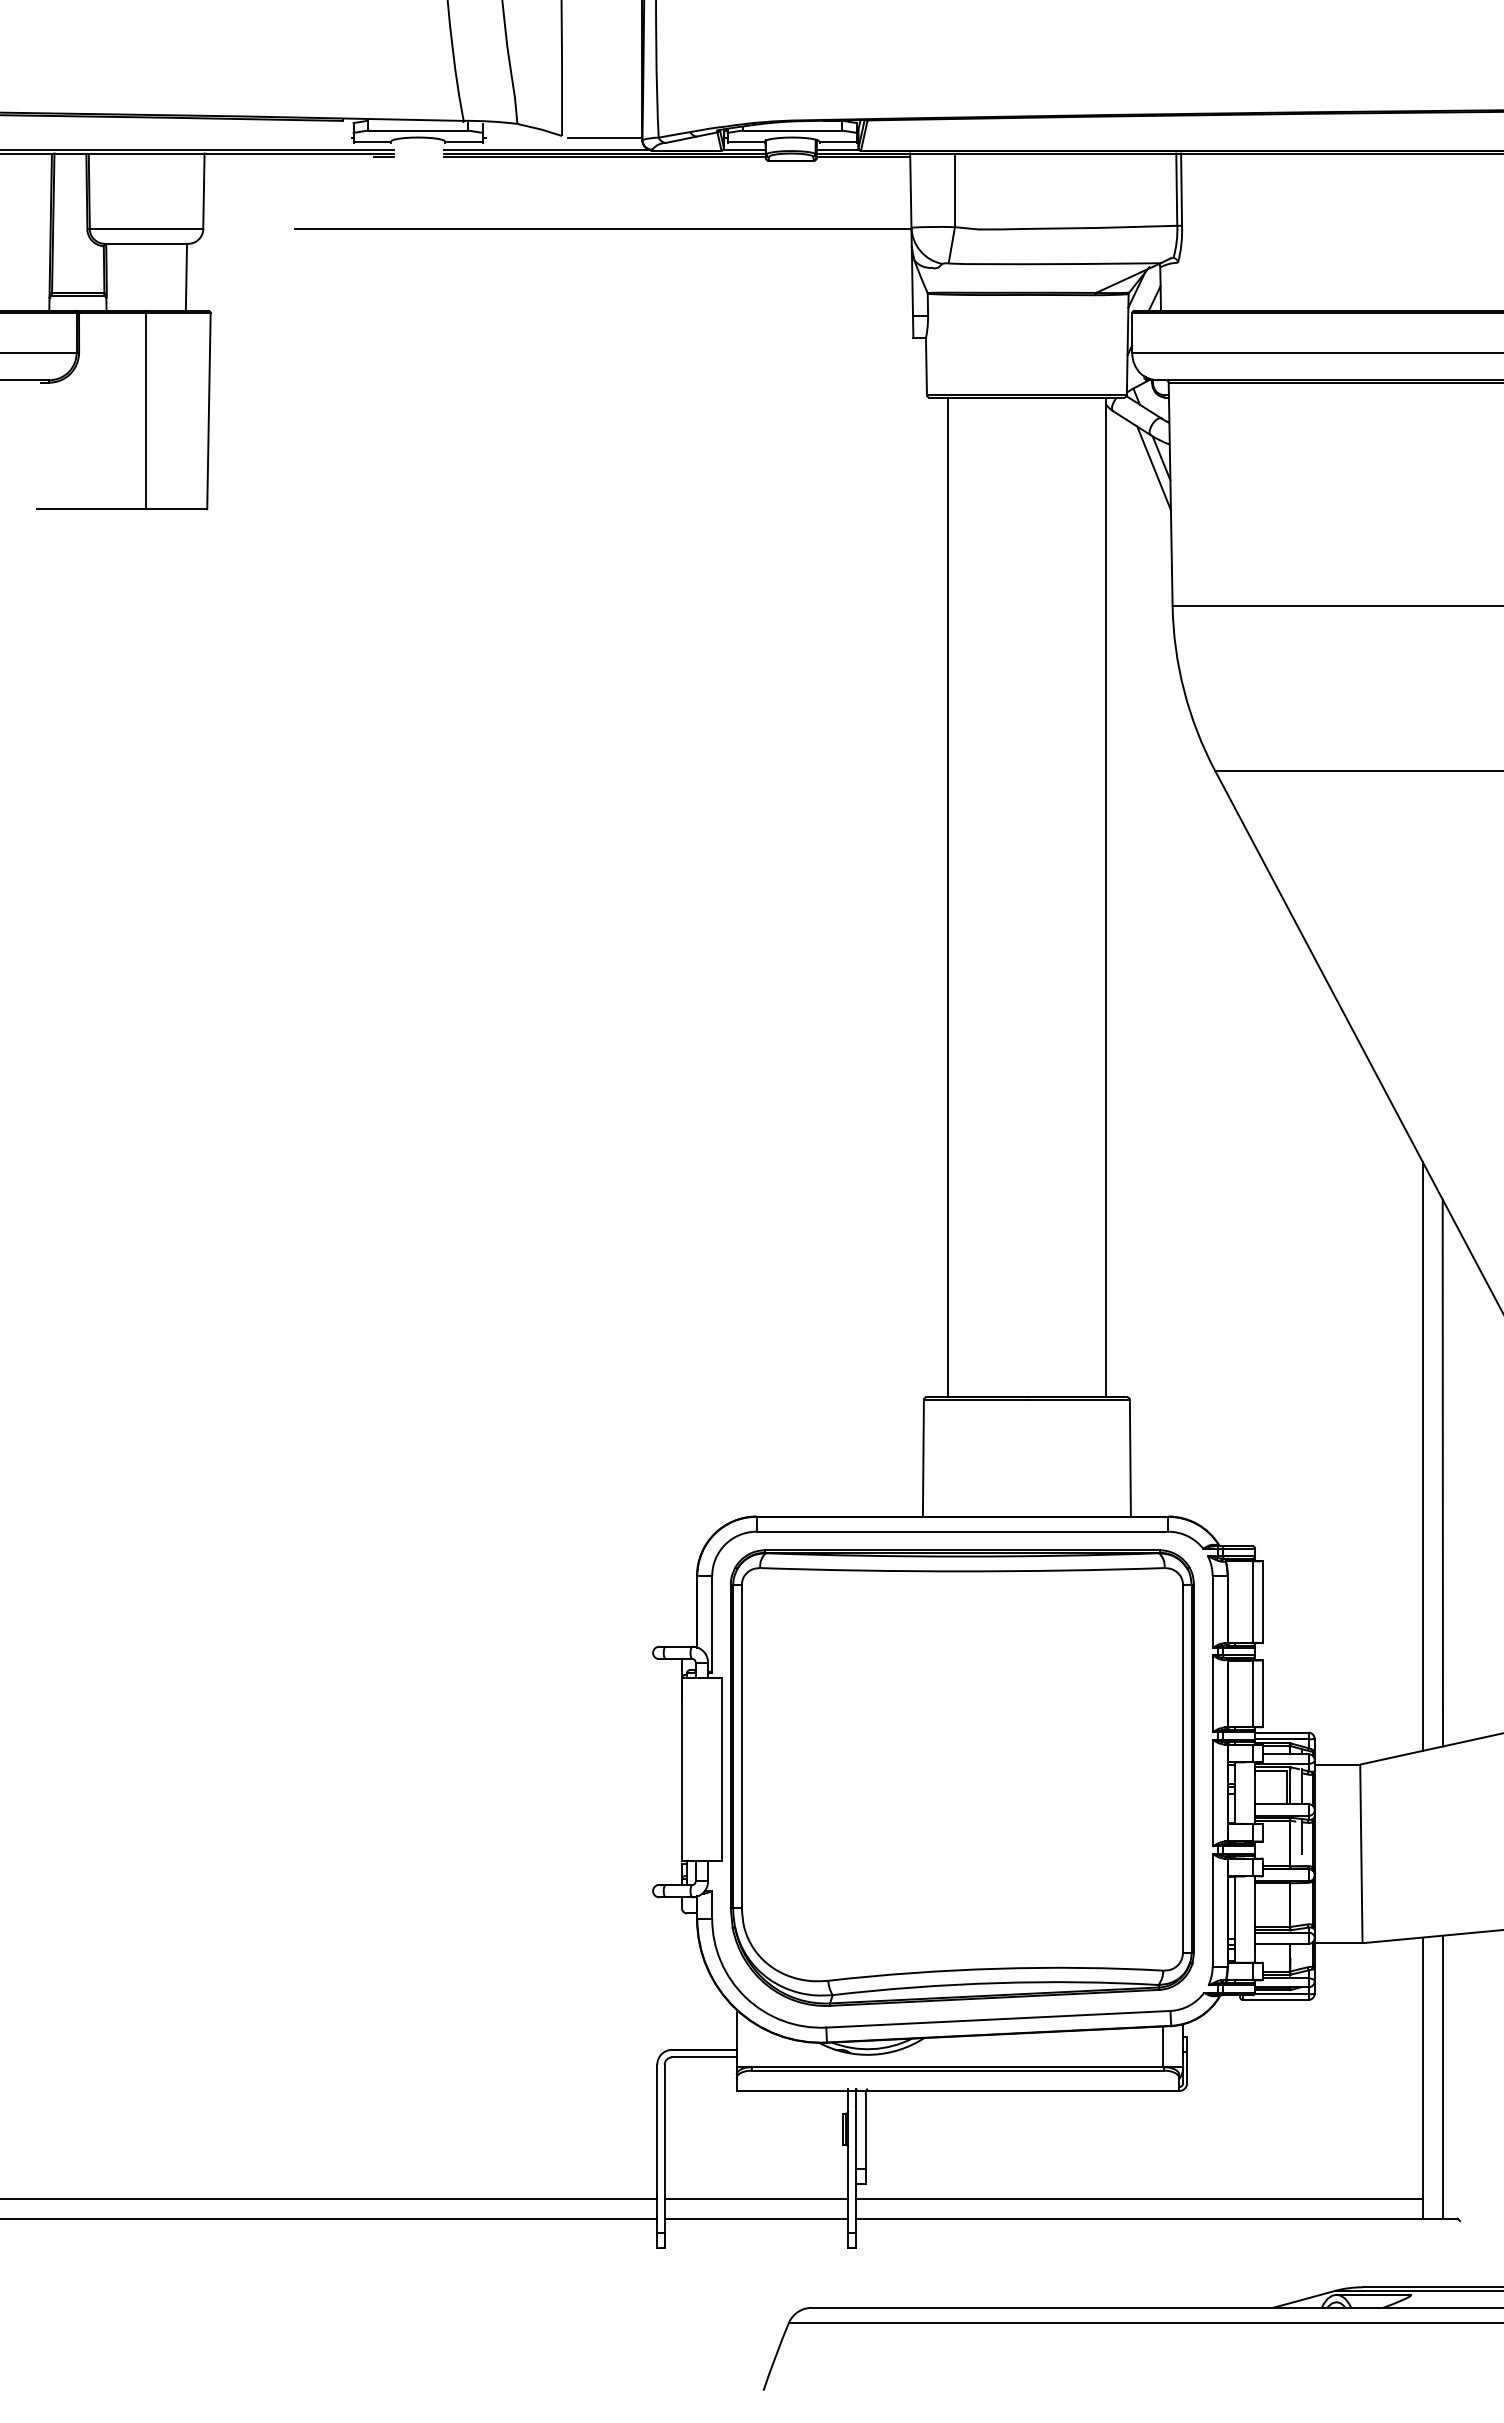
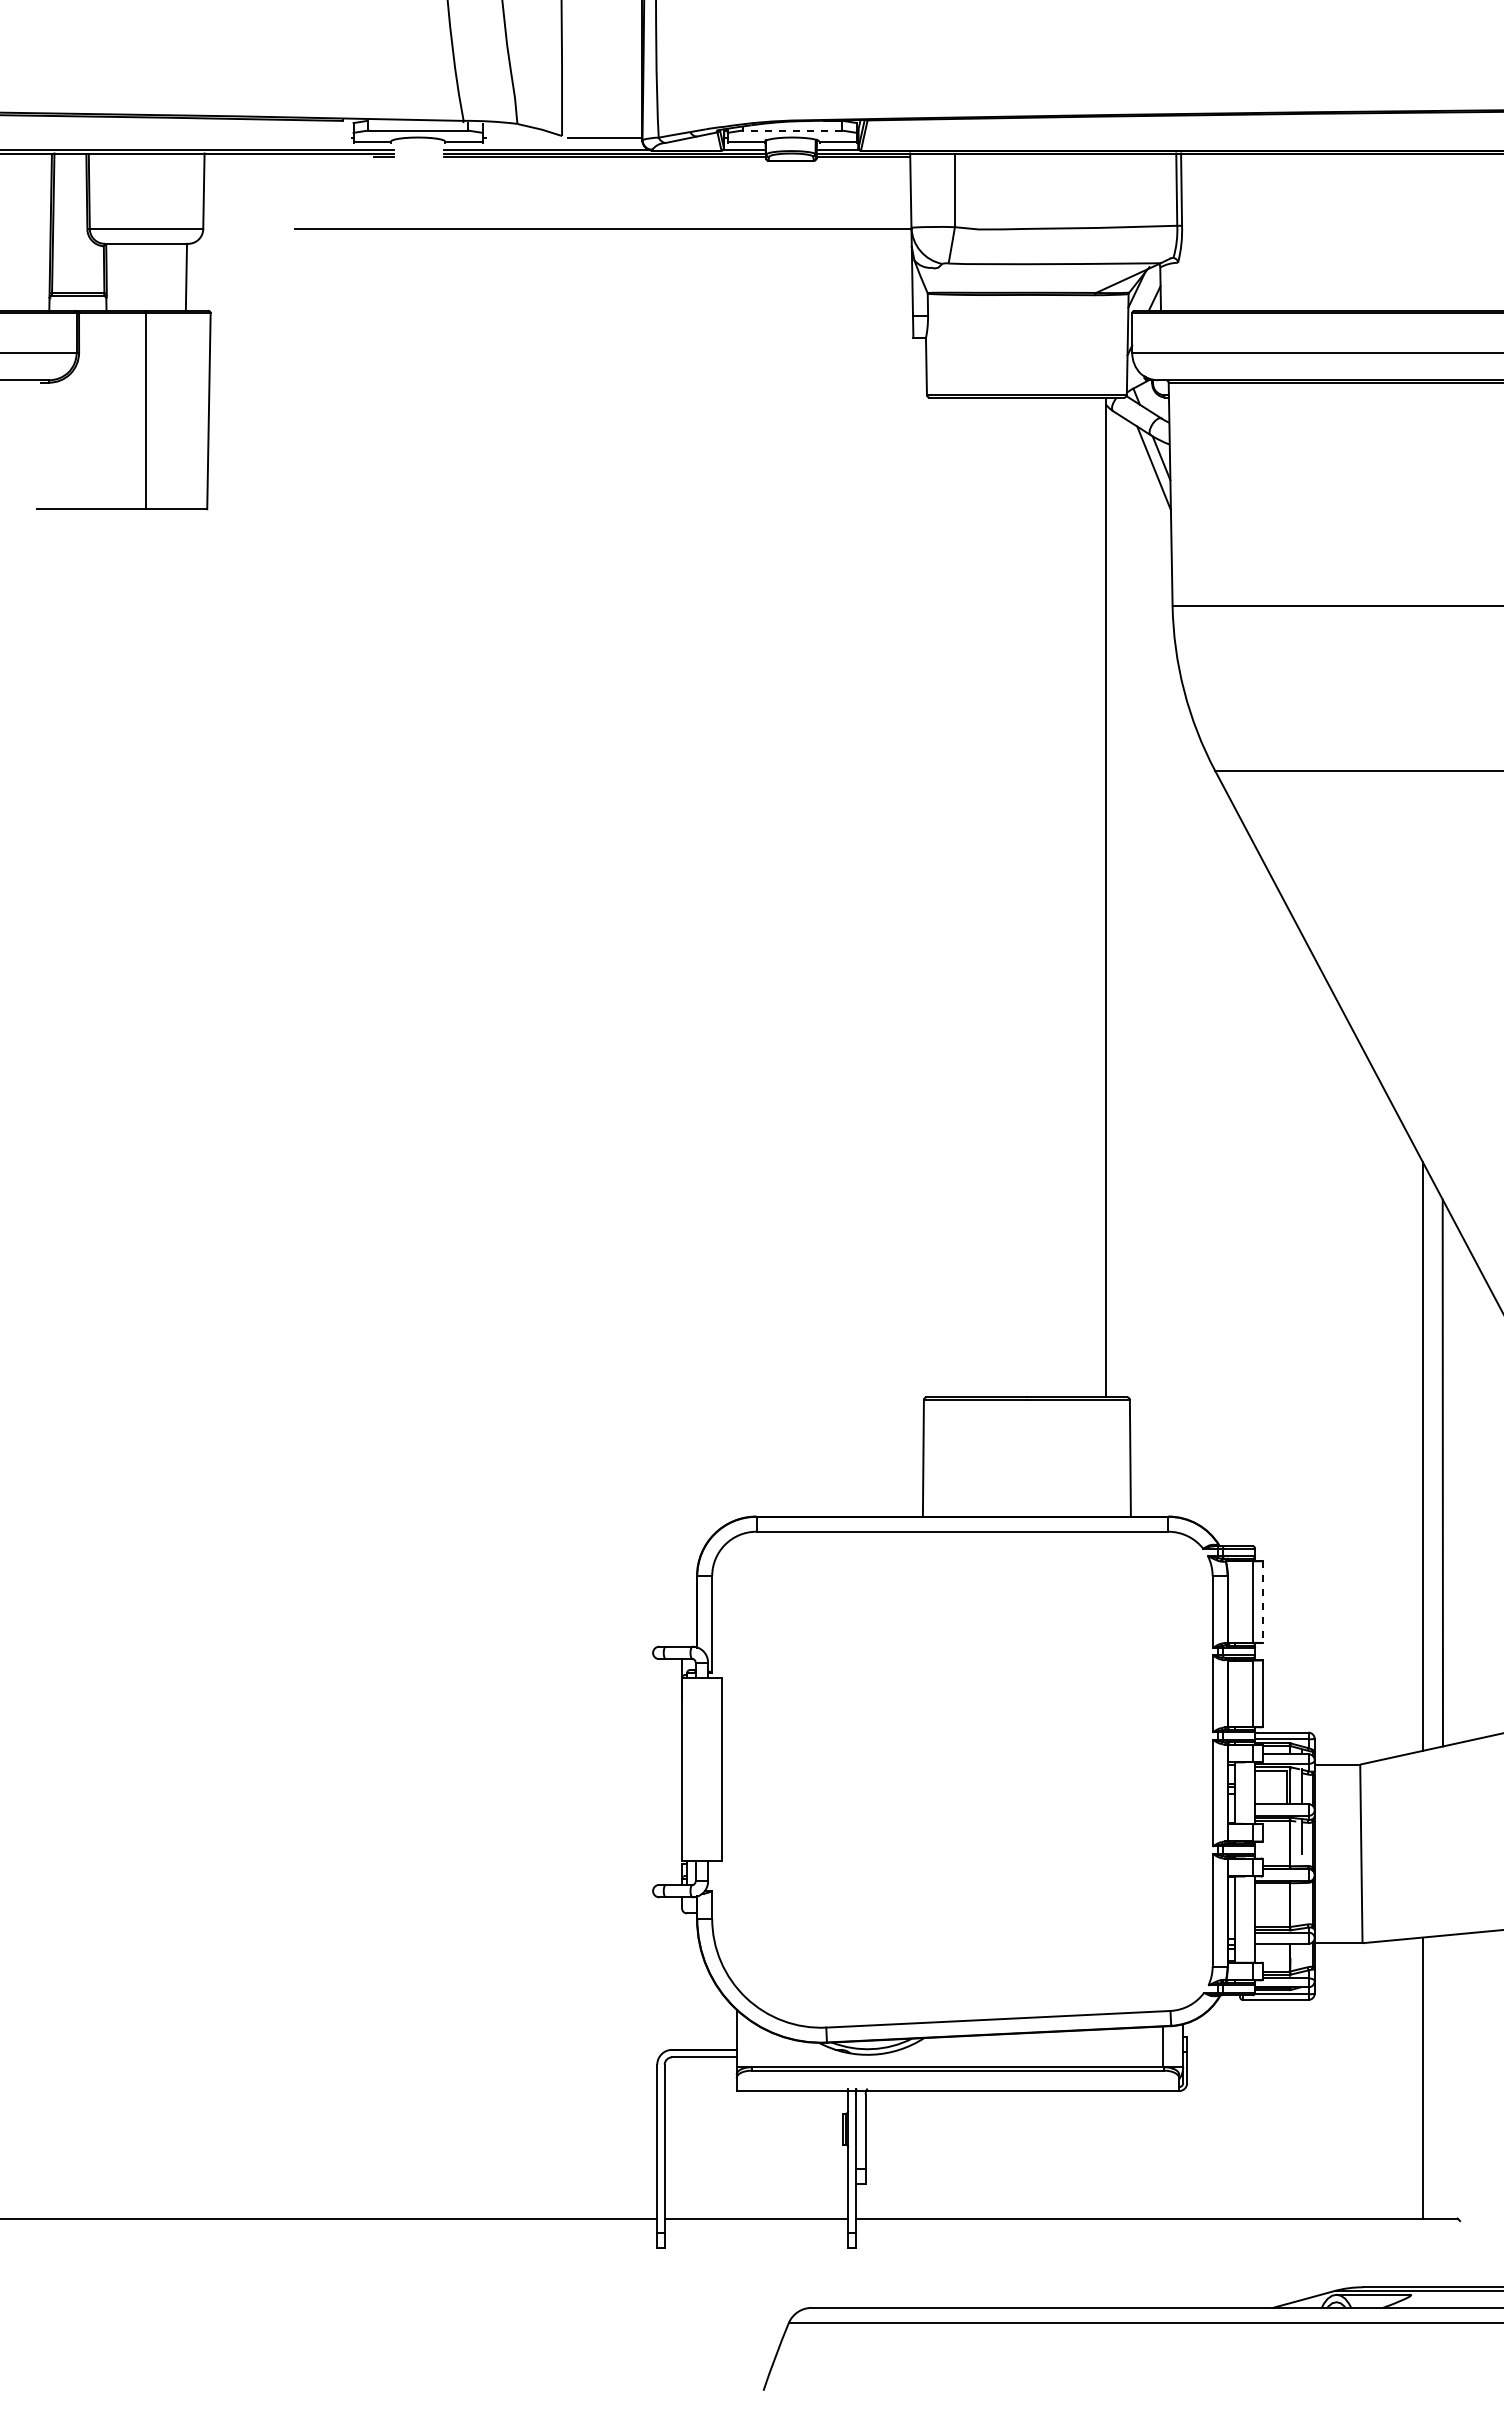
line at (792, 130): solid -> dashed
line at (947, 897): present -> none
line at (1262, 1602): solid -> dashed
part at (961, 1777): present -> none
line at (1442, 2076): present -> none
line at (329, 2198): present -> none
line at (756, 2198): present -> none
line at (1138, 2198): present -> none
